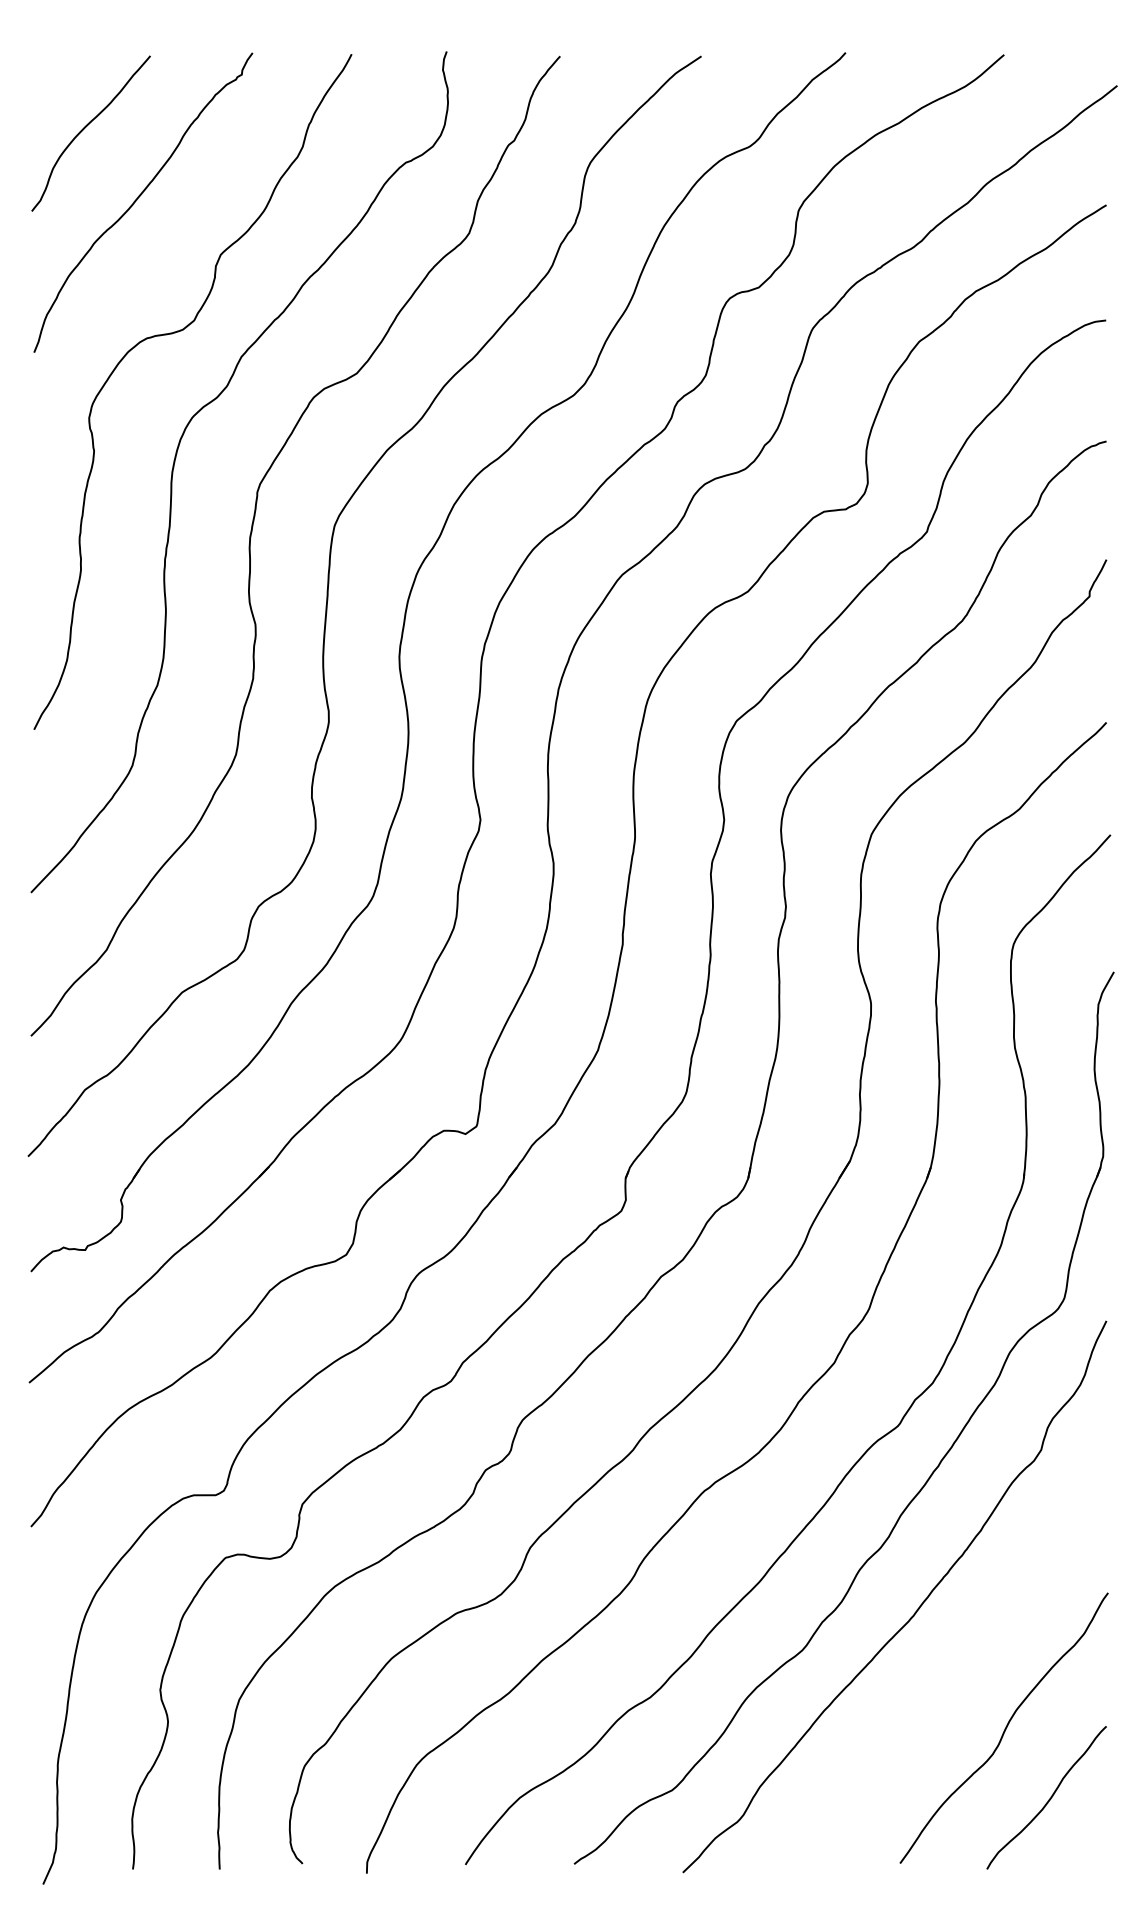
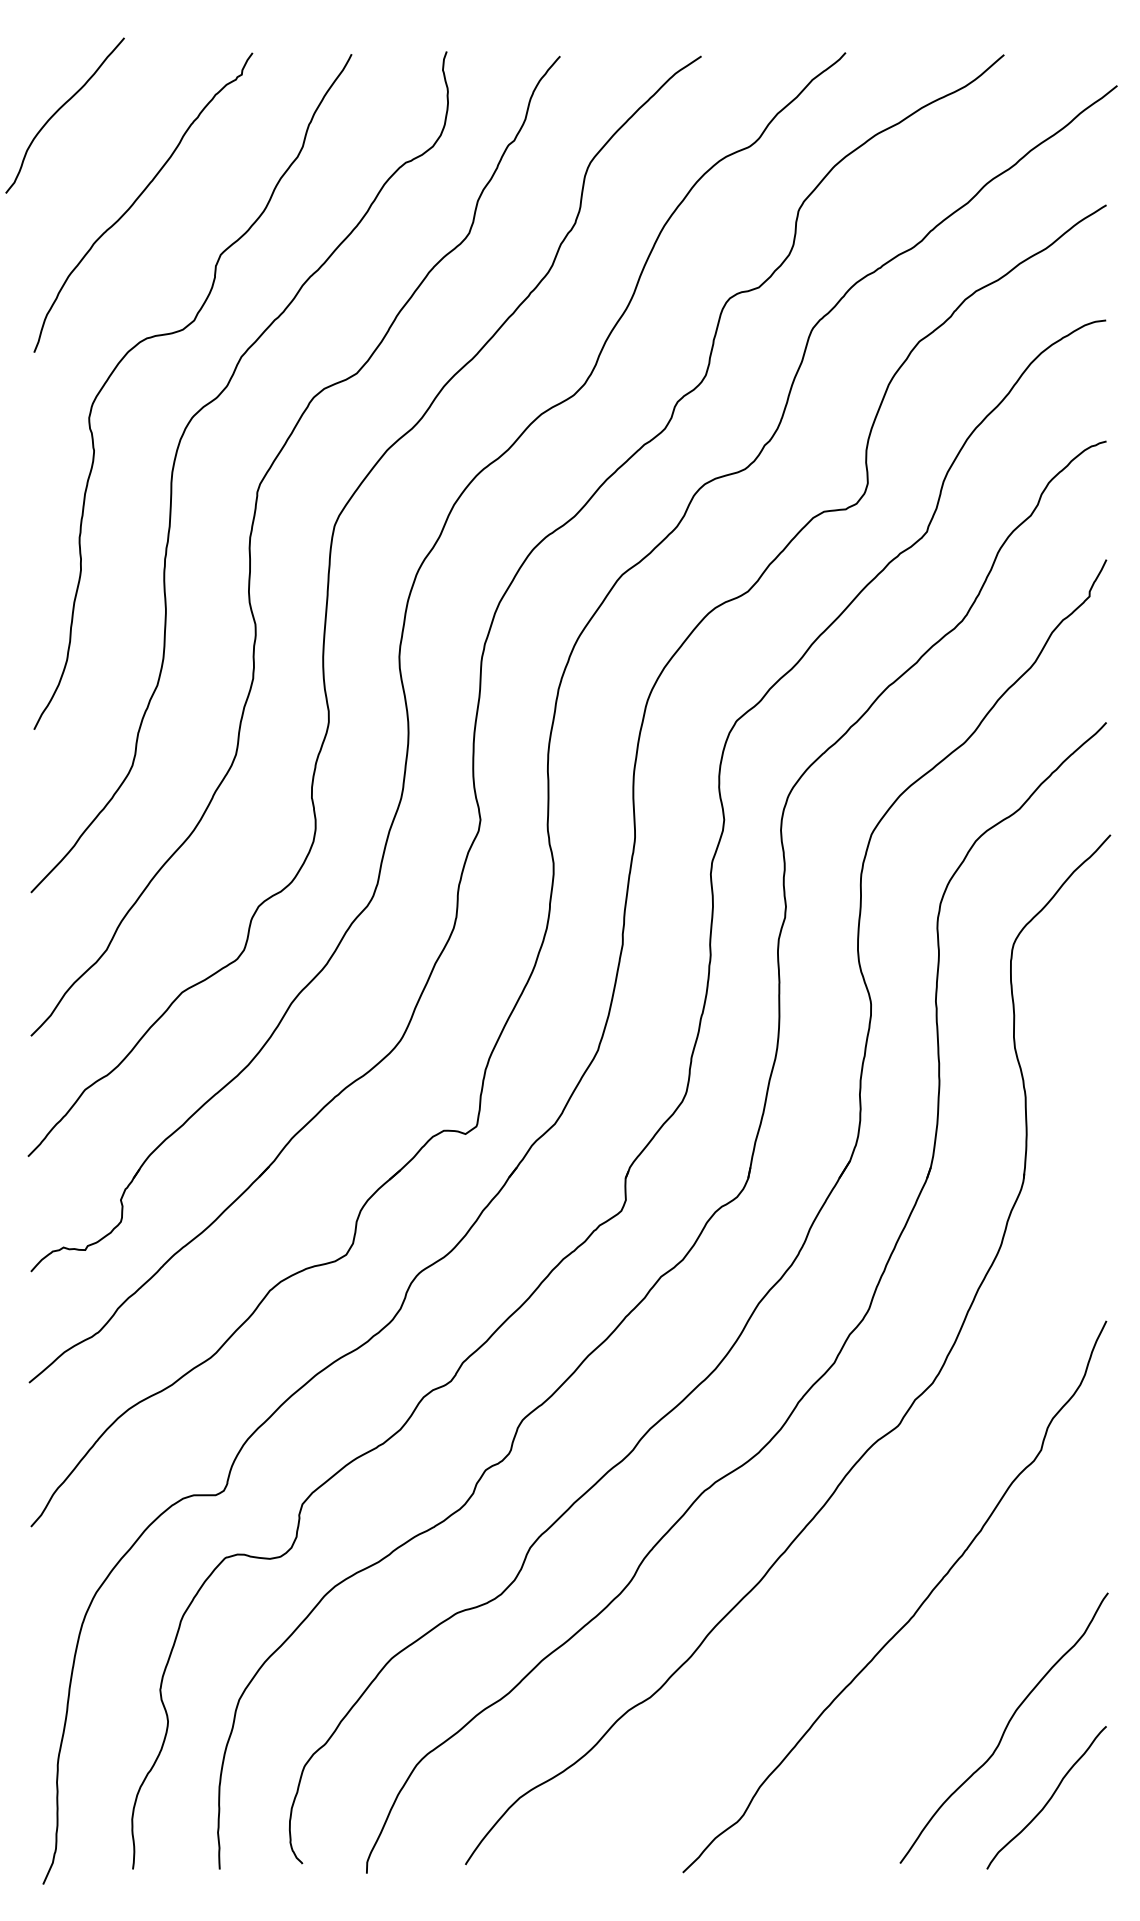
curve at (85, 128) position: (85, 128) -> (59, 110)
part at (930, 1474): present -> none
